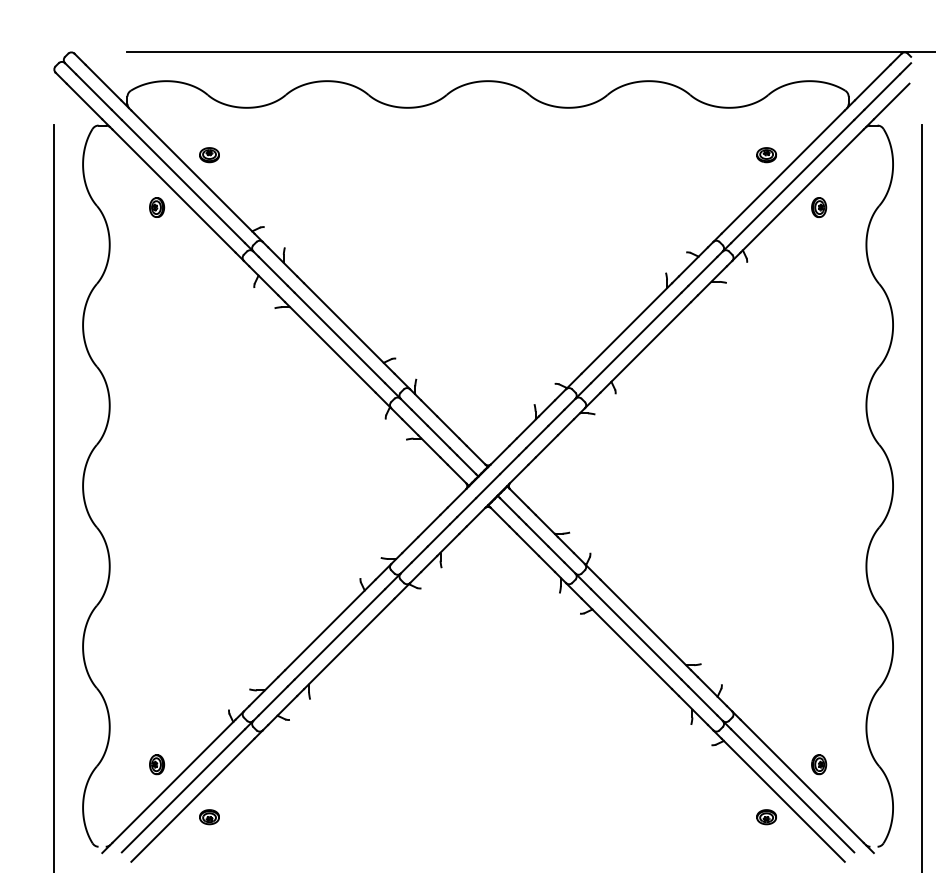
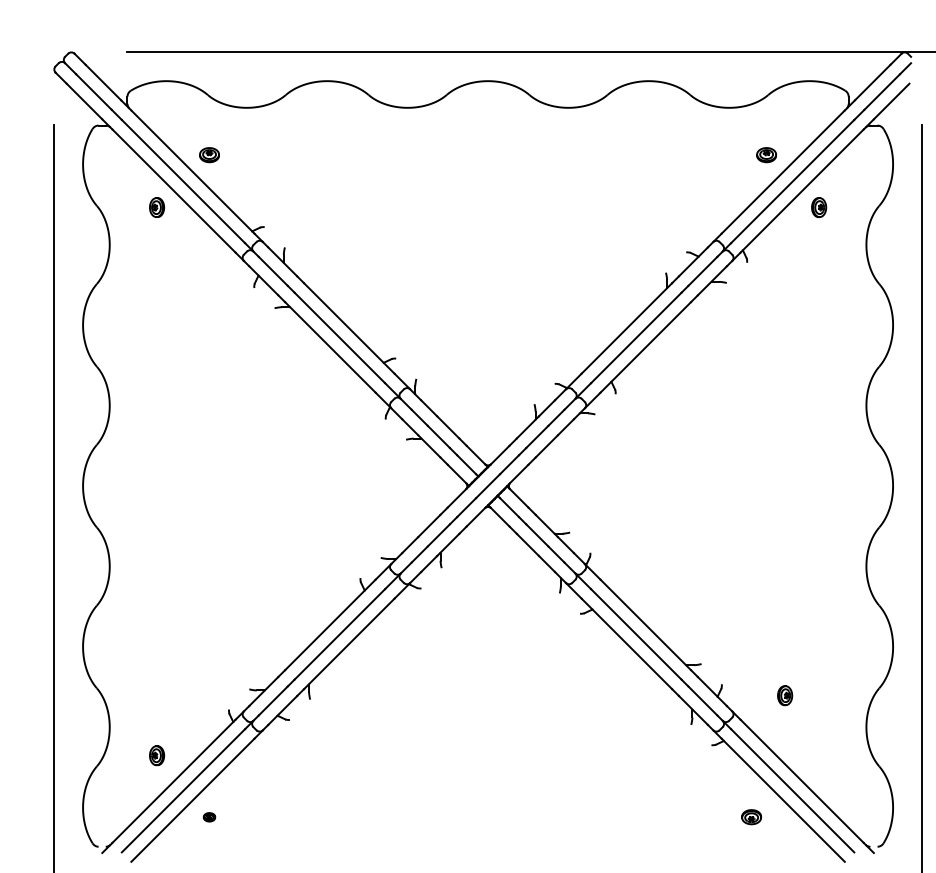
part at (157, 764) position: (157, 764) -> (157, 755)
part at (819, 764) position: (819, 764) -> (785, 695)
part at (209, 817) size: 21x17 px -> 15x11 px
part at (766, 817) position: (766, 817) -> (751, 817)
